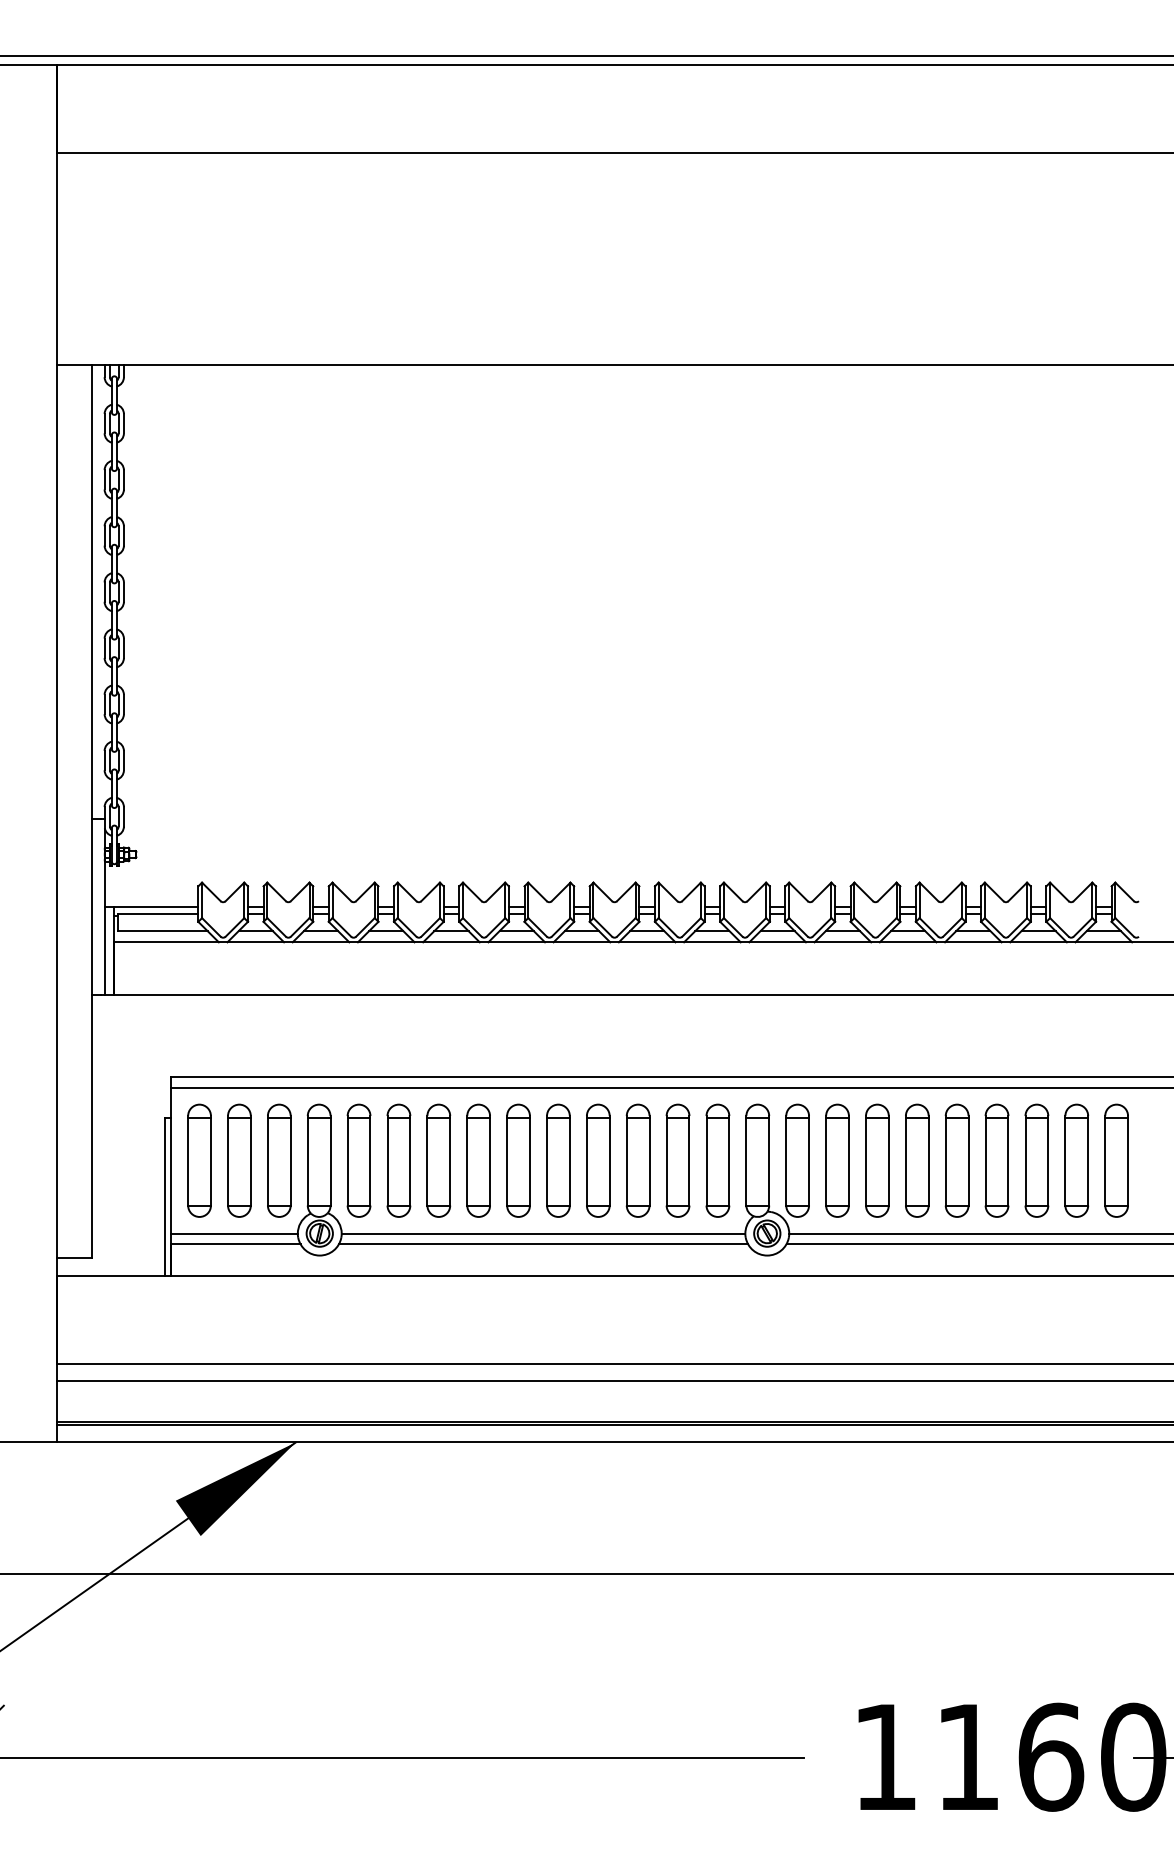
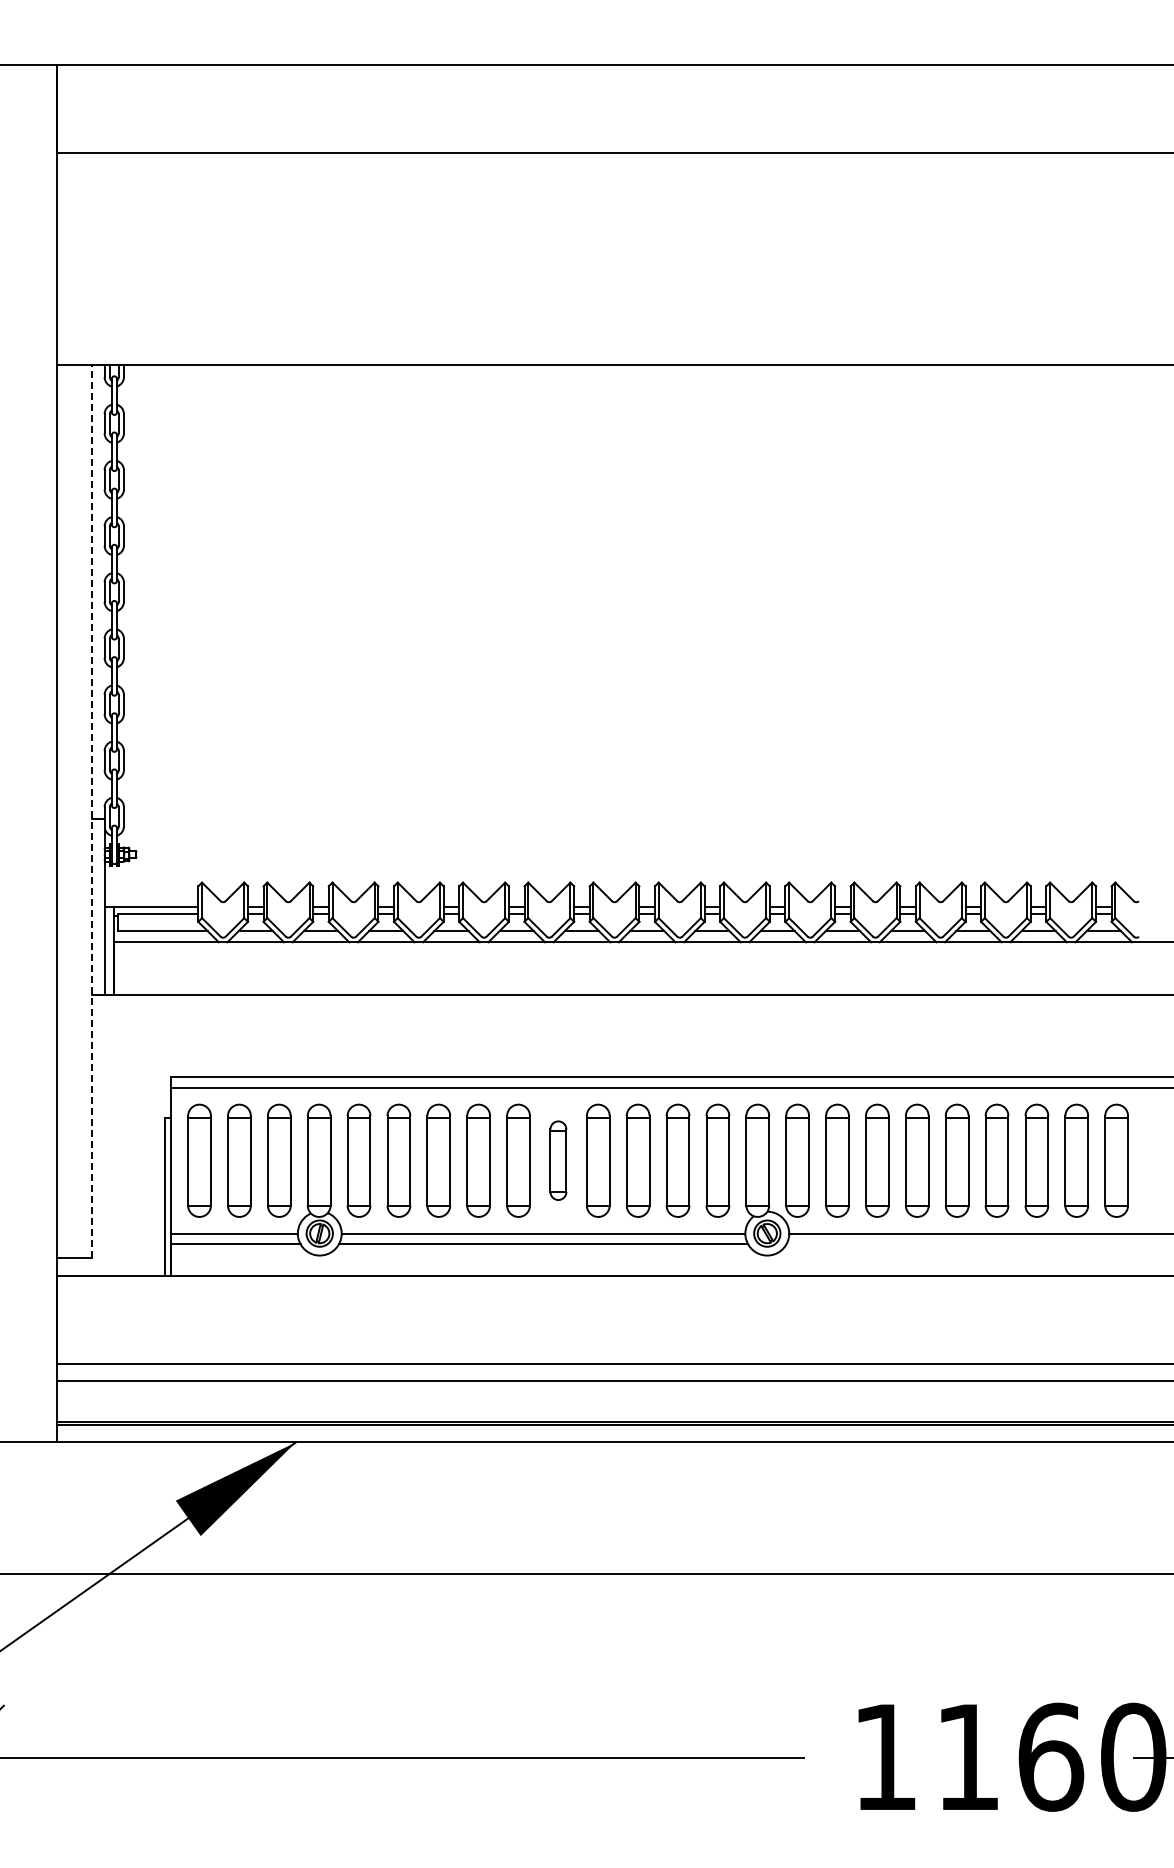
line at (586, 56): present -> none
line at (91, 811): solid -> dashed
part at (558, 1160) size: 25x115 px -> 19x81 px
line at (978, 1244): present -> none
